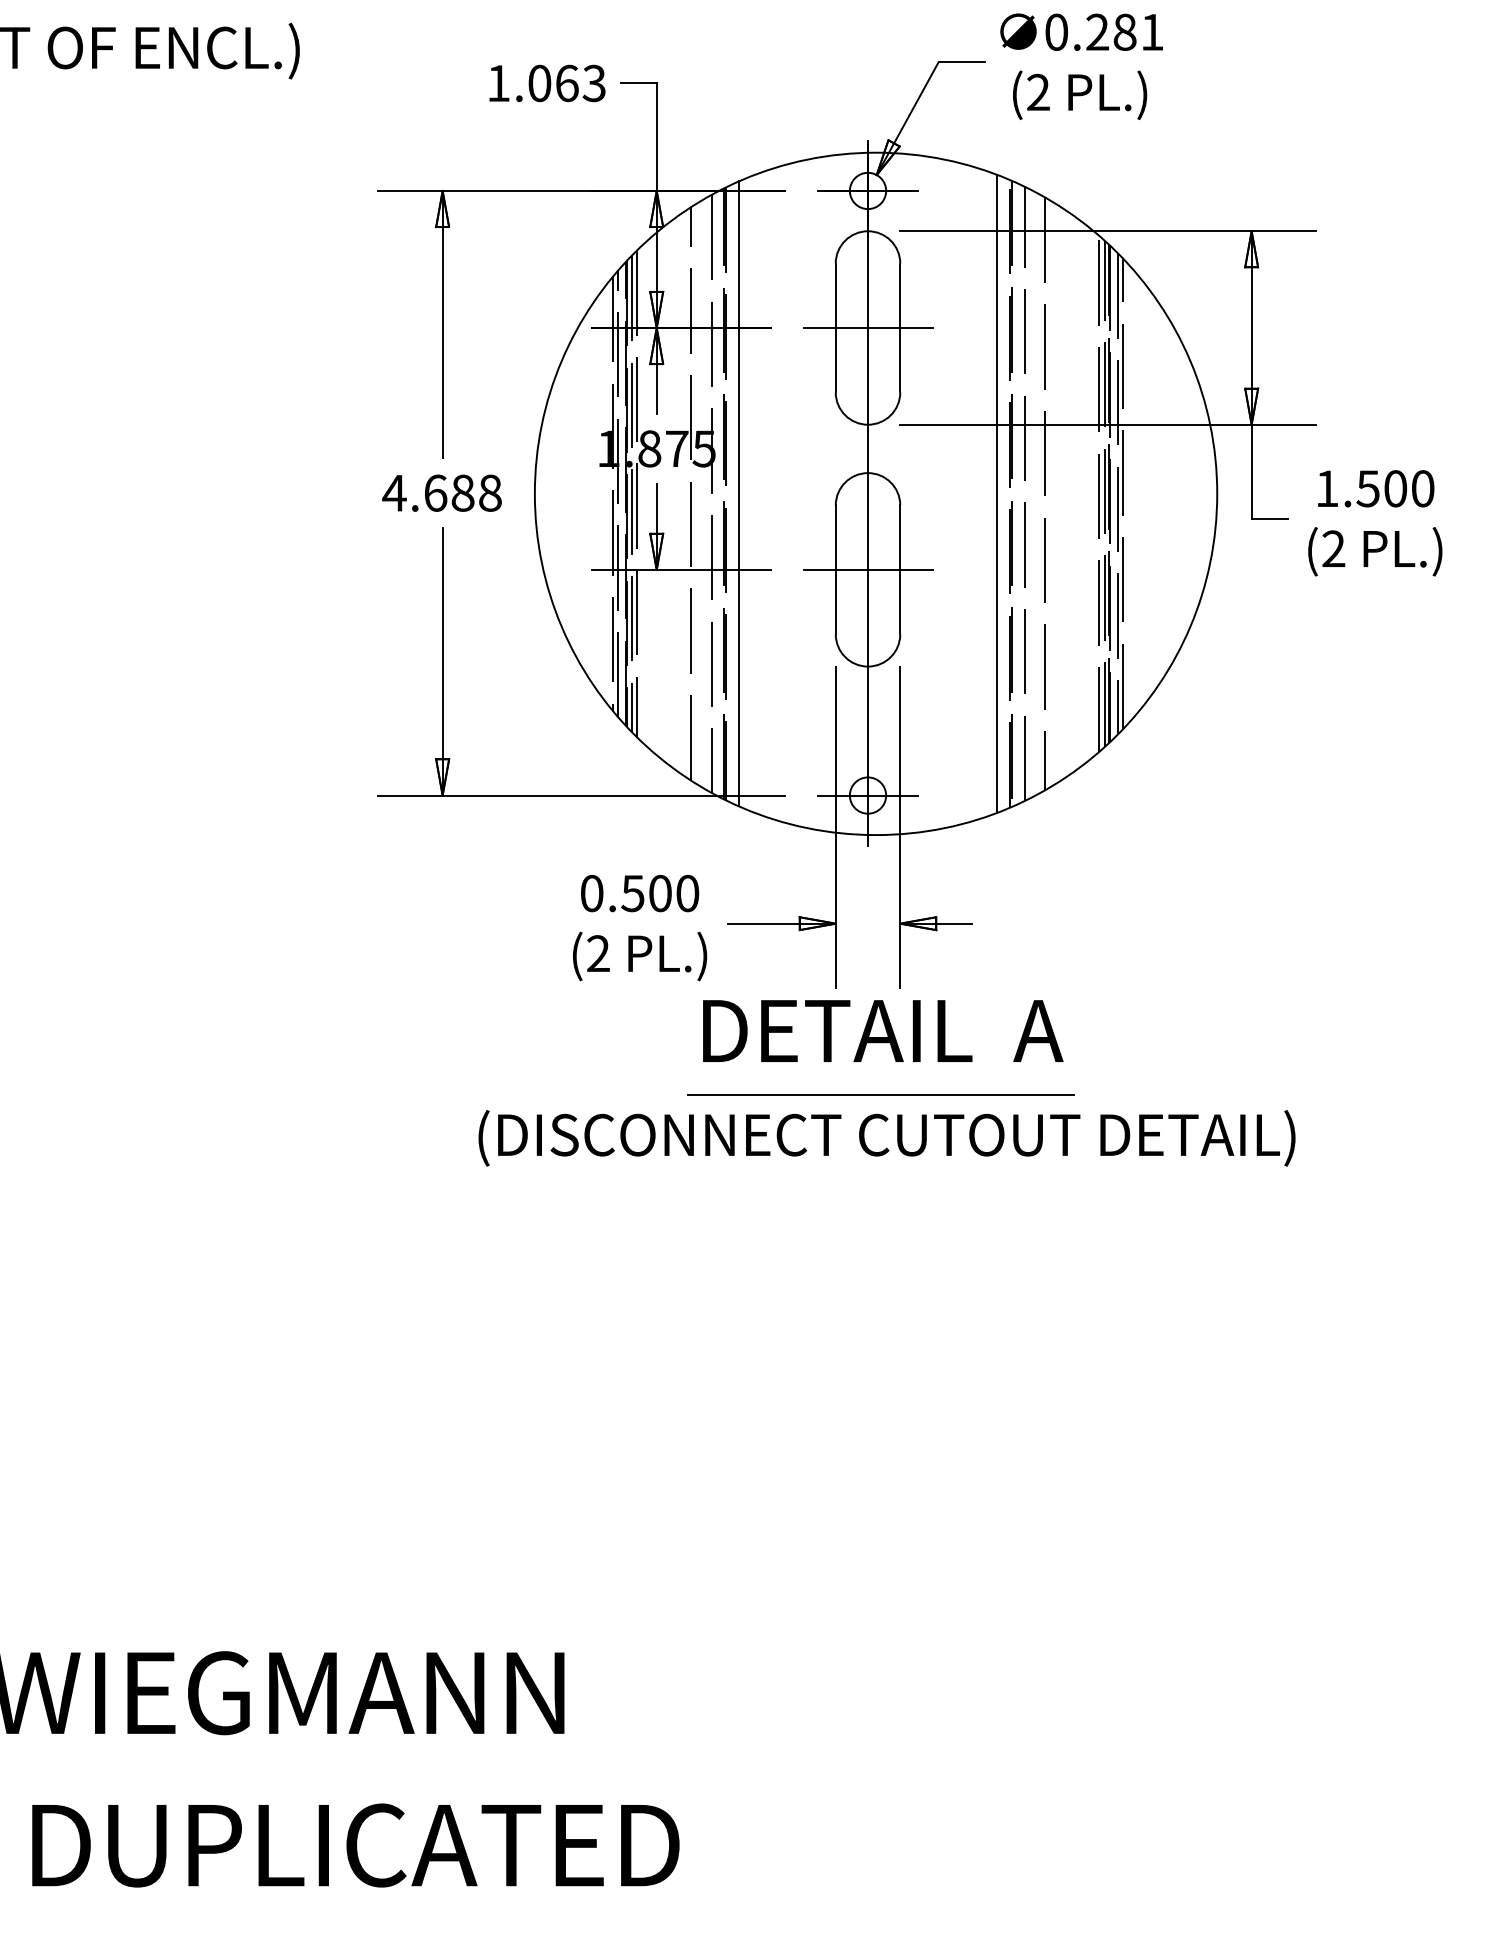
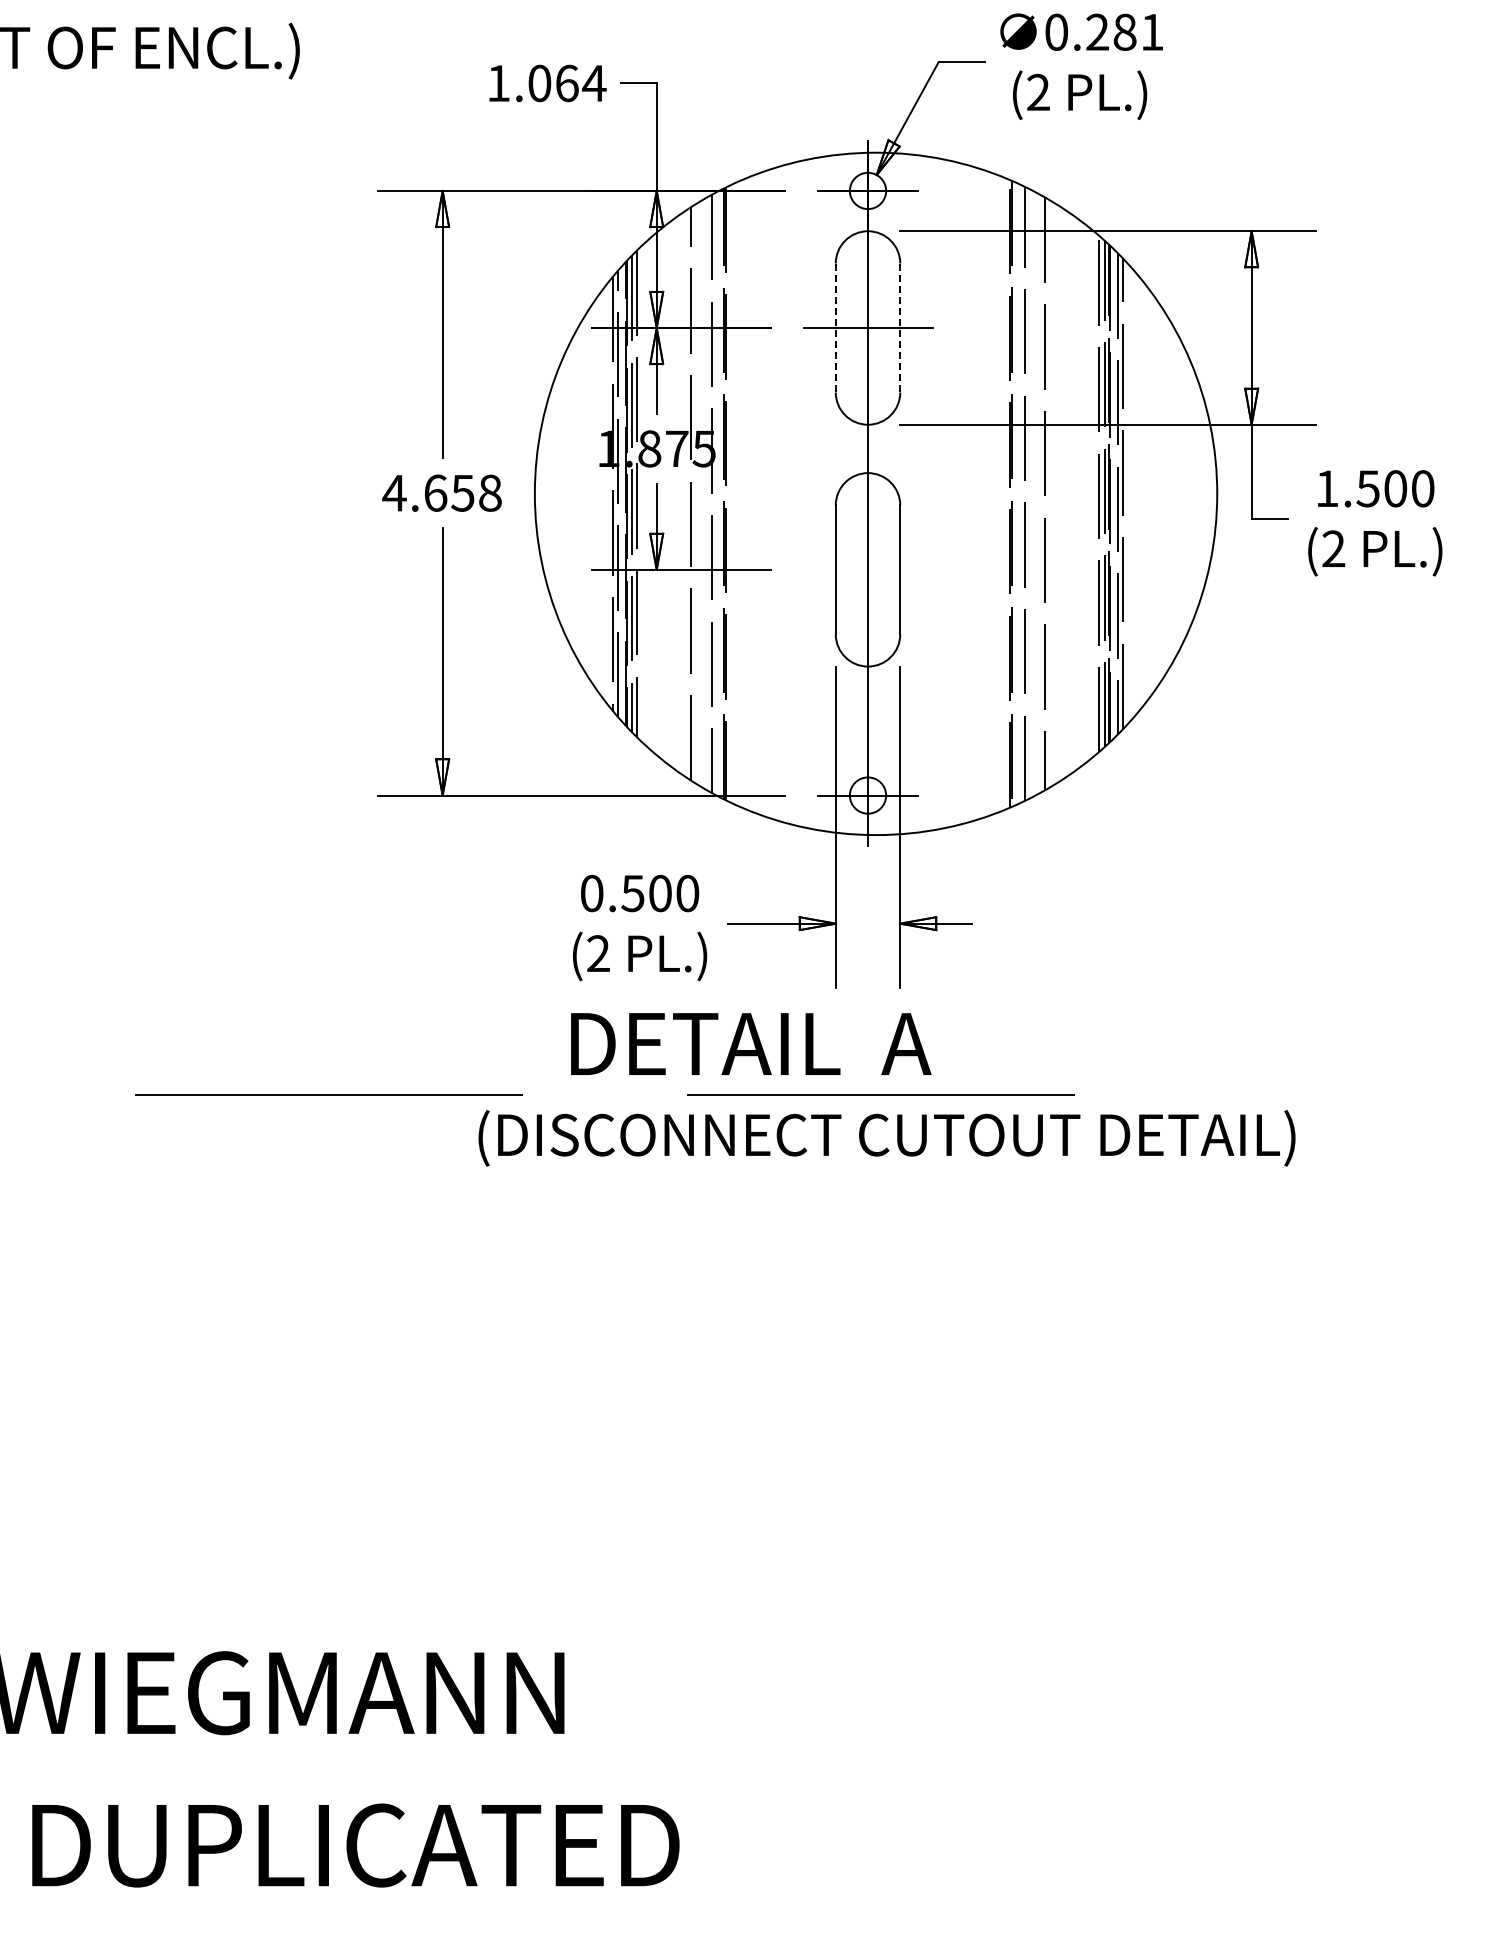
text at (594, 83): 1.063 -> 1.064
line at (835, 327): solid -> dashed
line at (900, 328): solid -> dashed
text at (462, 492): 4.688 -> 4.658
line at (739, 493): present -> none
line at (997, 493): present -> none
line at (867, 569): present -> none
text at (883, 1030) position: (883, 1030) -> (751, 1043)
line at (328, 1094): none -> present
